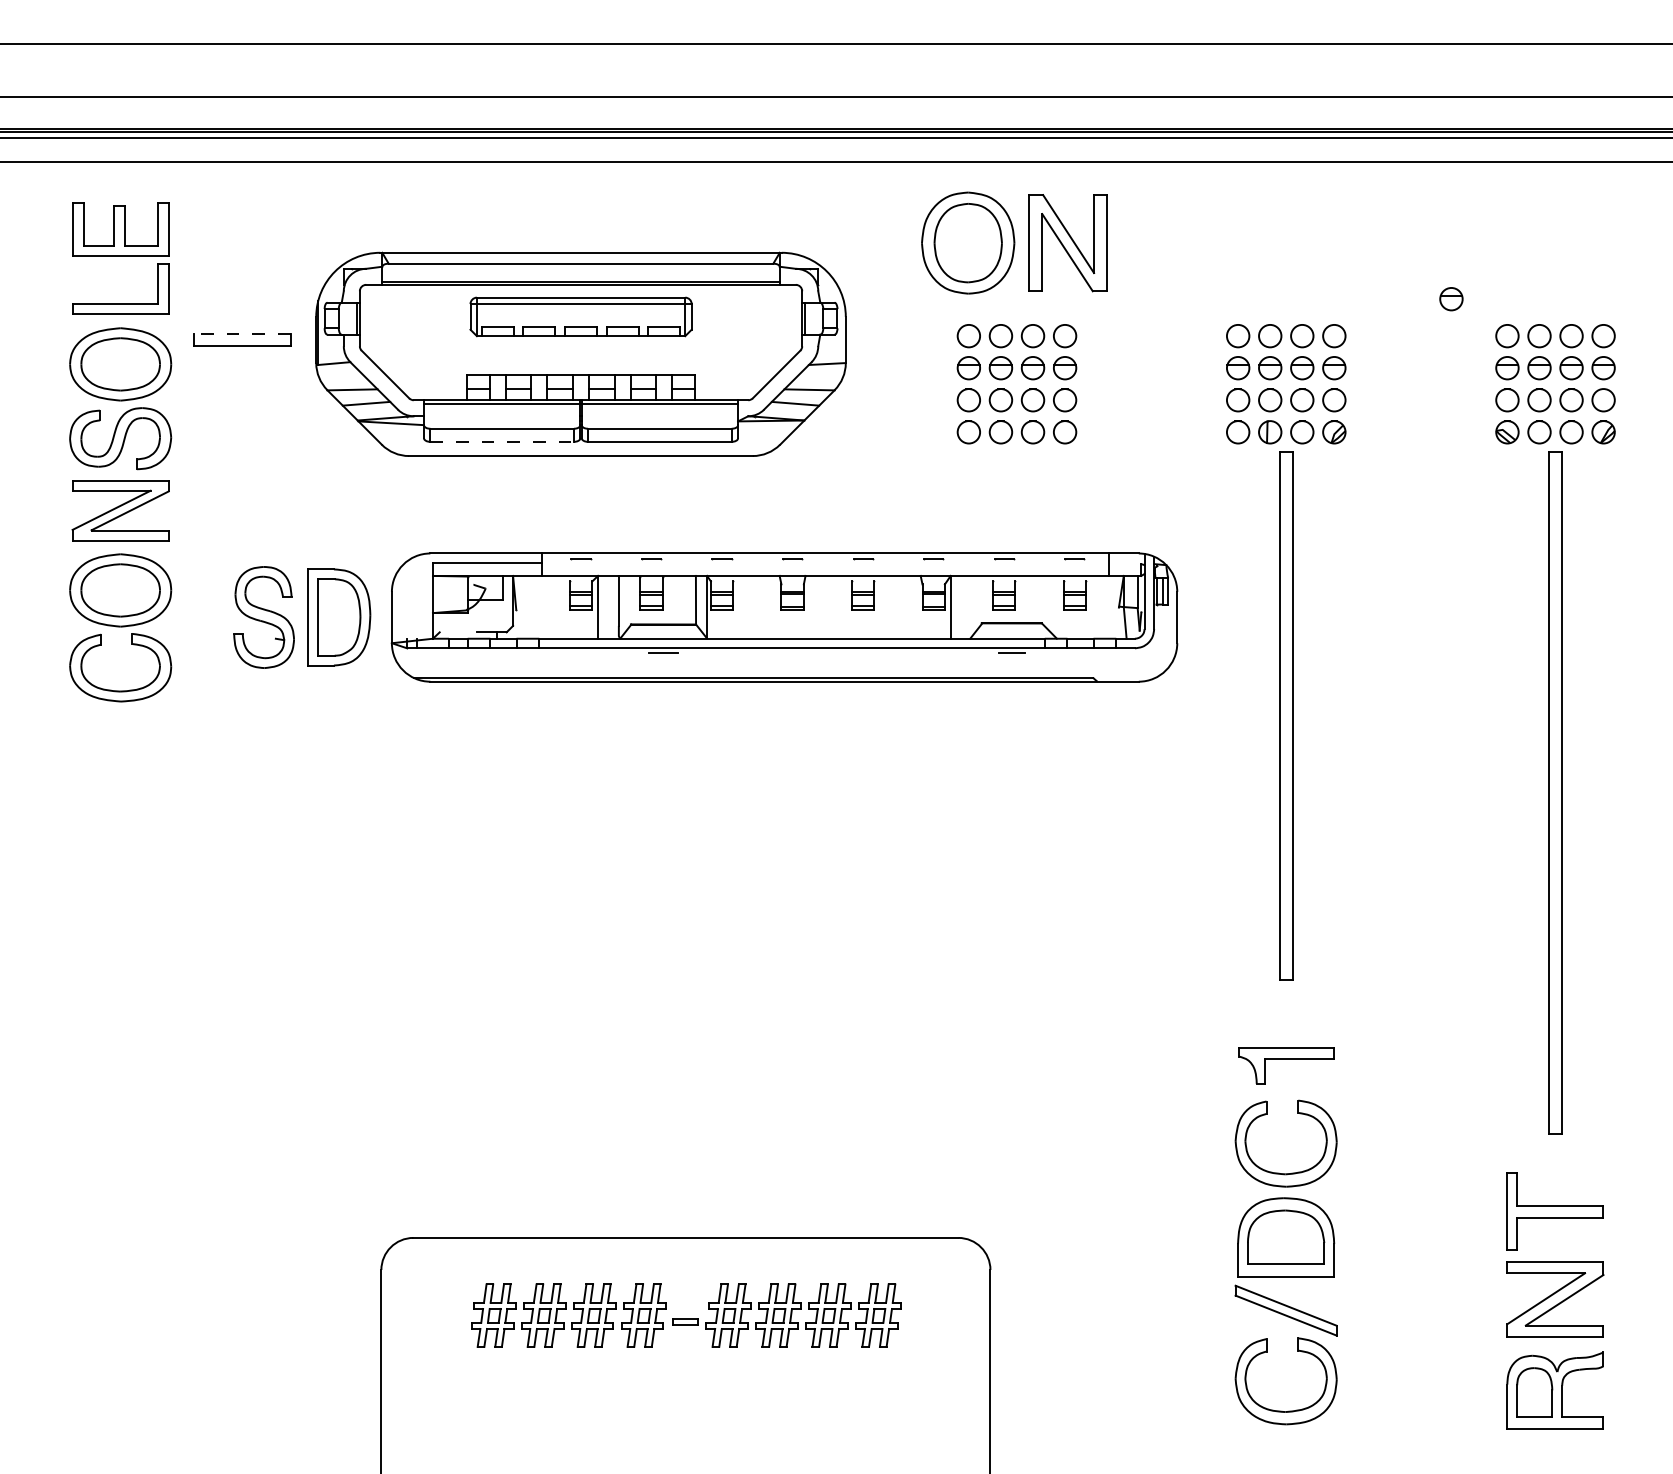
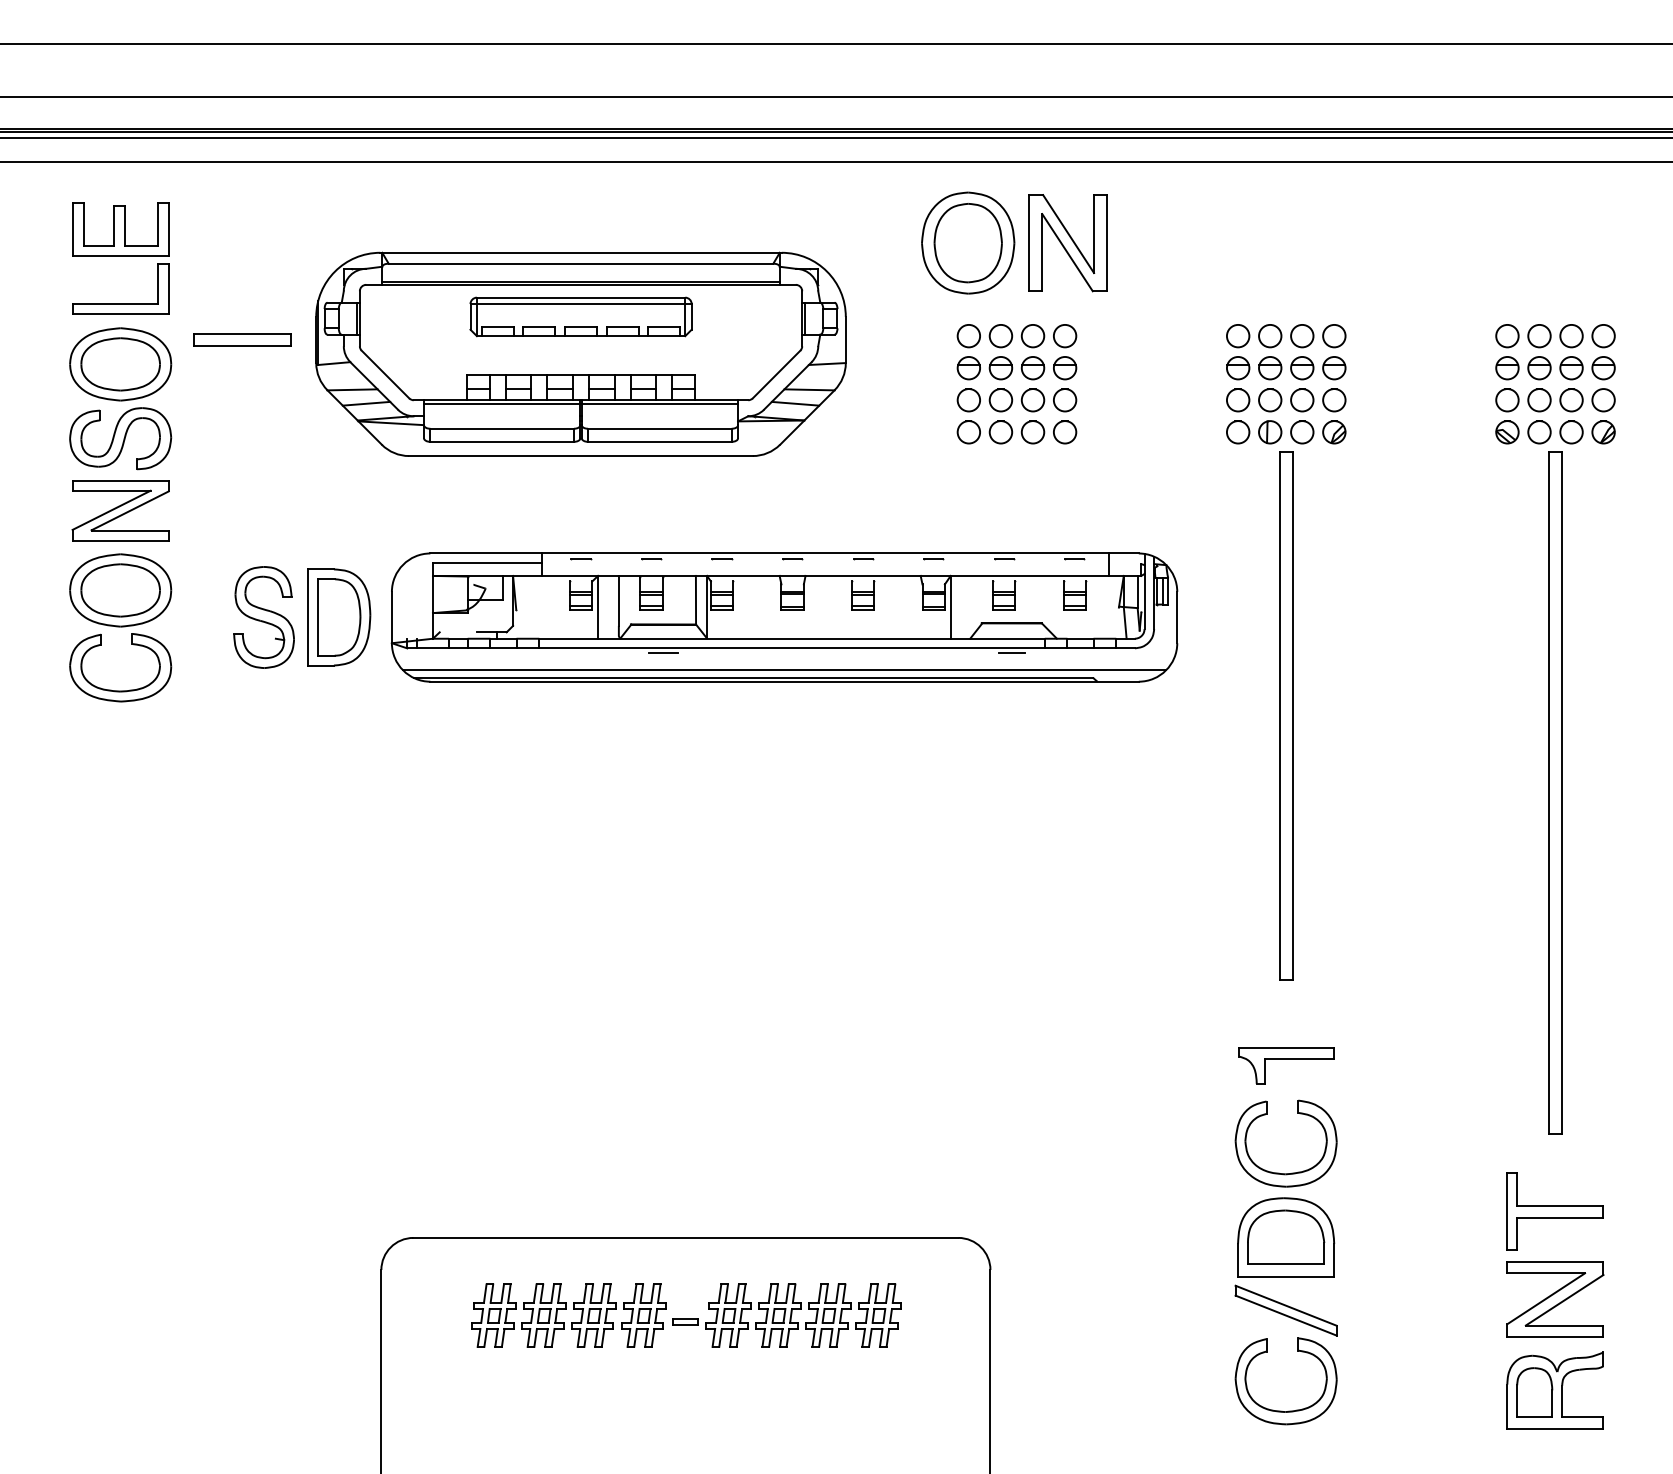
part at (1451, 299): present -> none
line at (242, 333): dashed -> solid
line at (502, 441): dashed -> solid
line at (784, 670): none -> present
